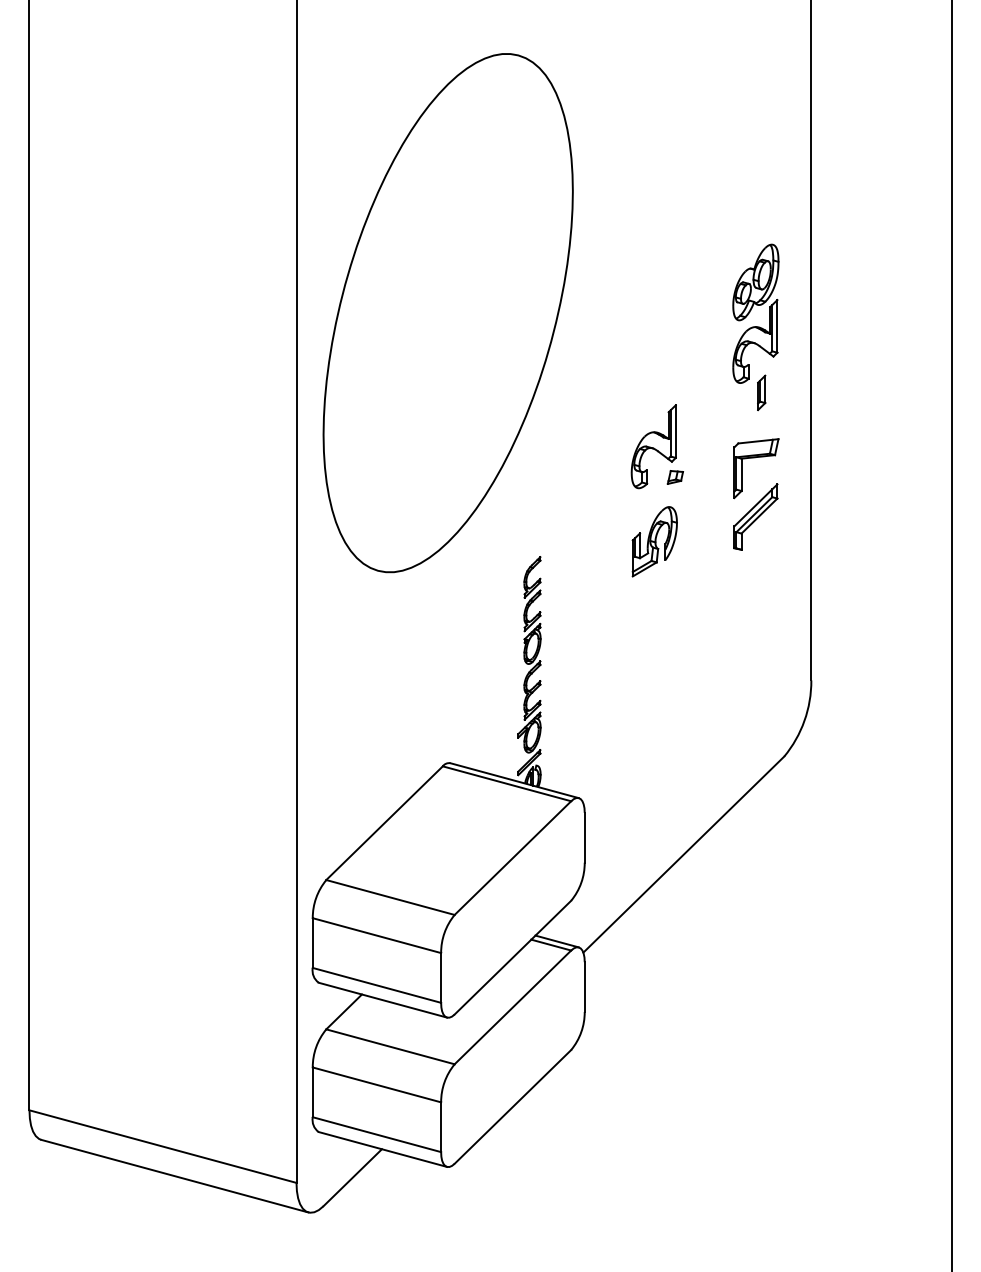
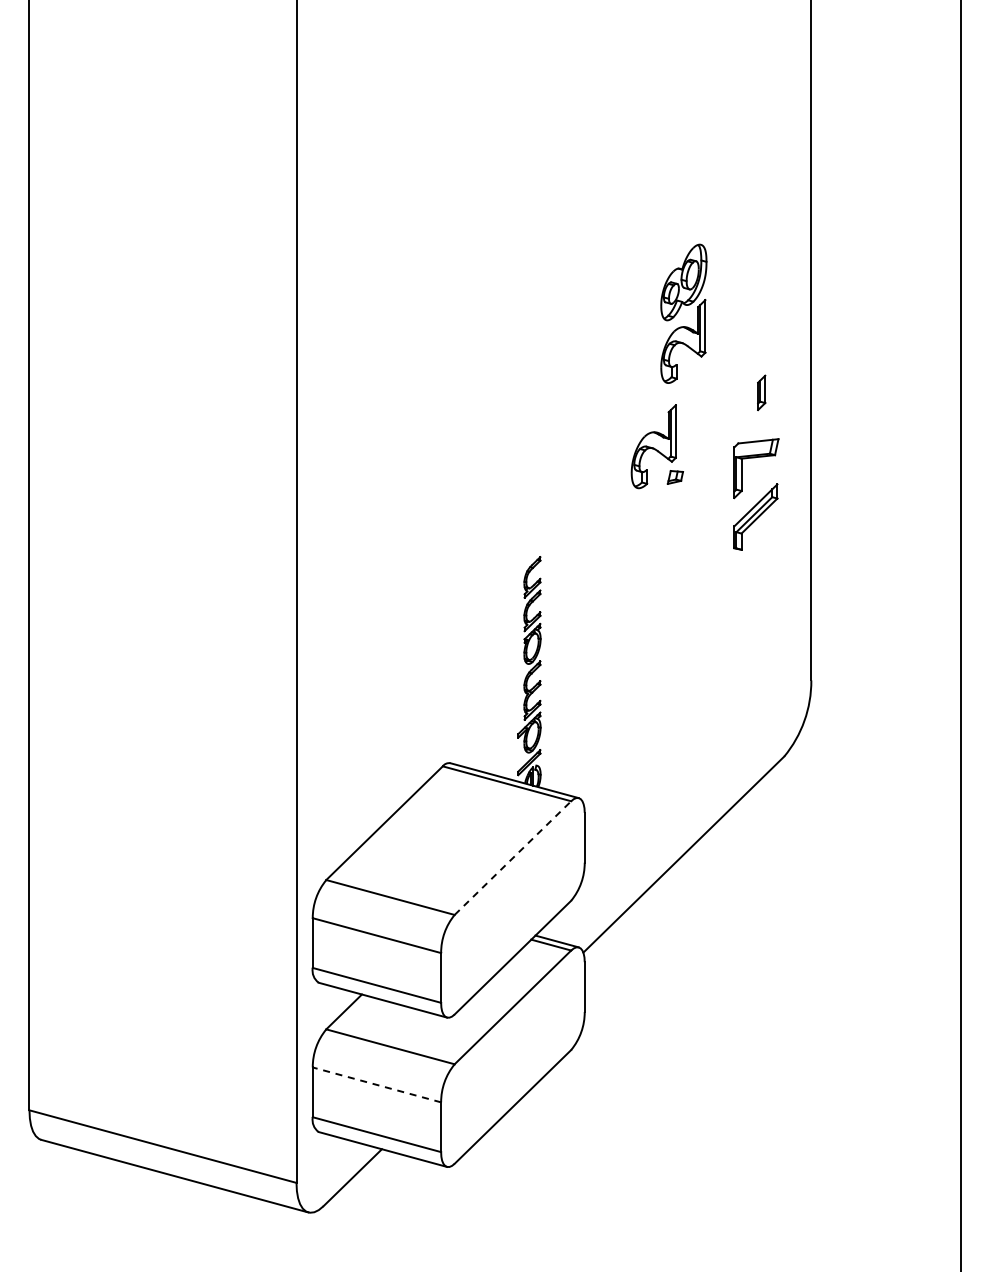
part at (447, 313): present -> none
part at (755, 313) position: (755, 313) -> (683, 313)
part at (654, 541): present -> none
line at (951, 635) position: (951, 635) -> (960, 635)
line at (513, 857): solid -> dashed
line at (376, 1084): solid -> dashed
